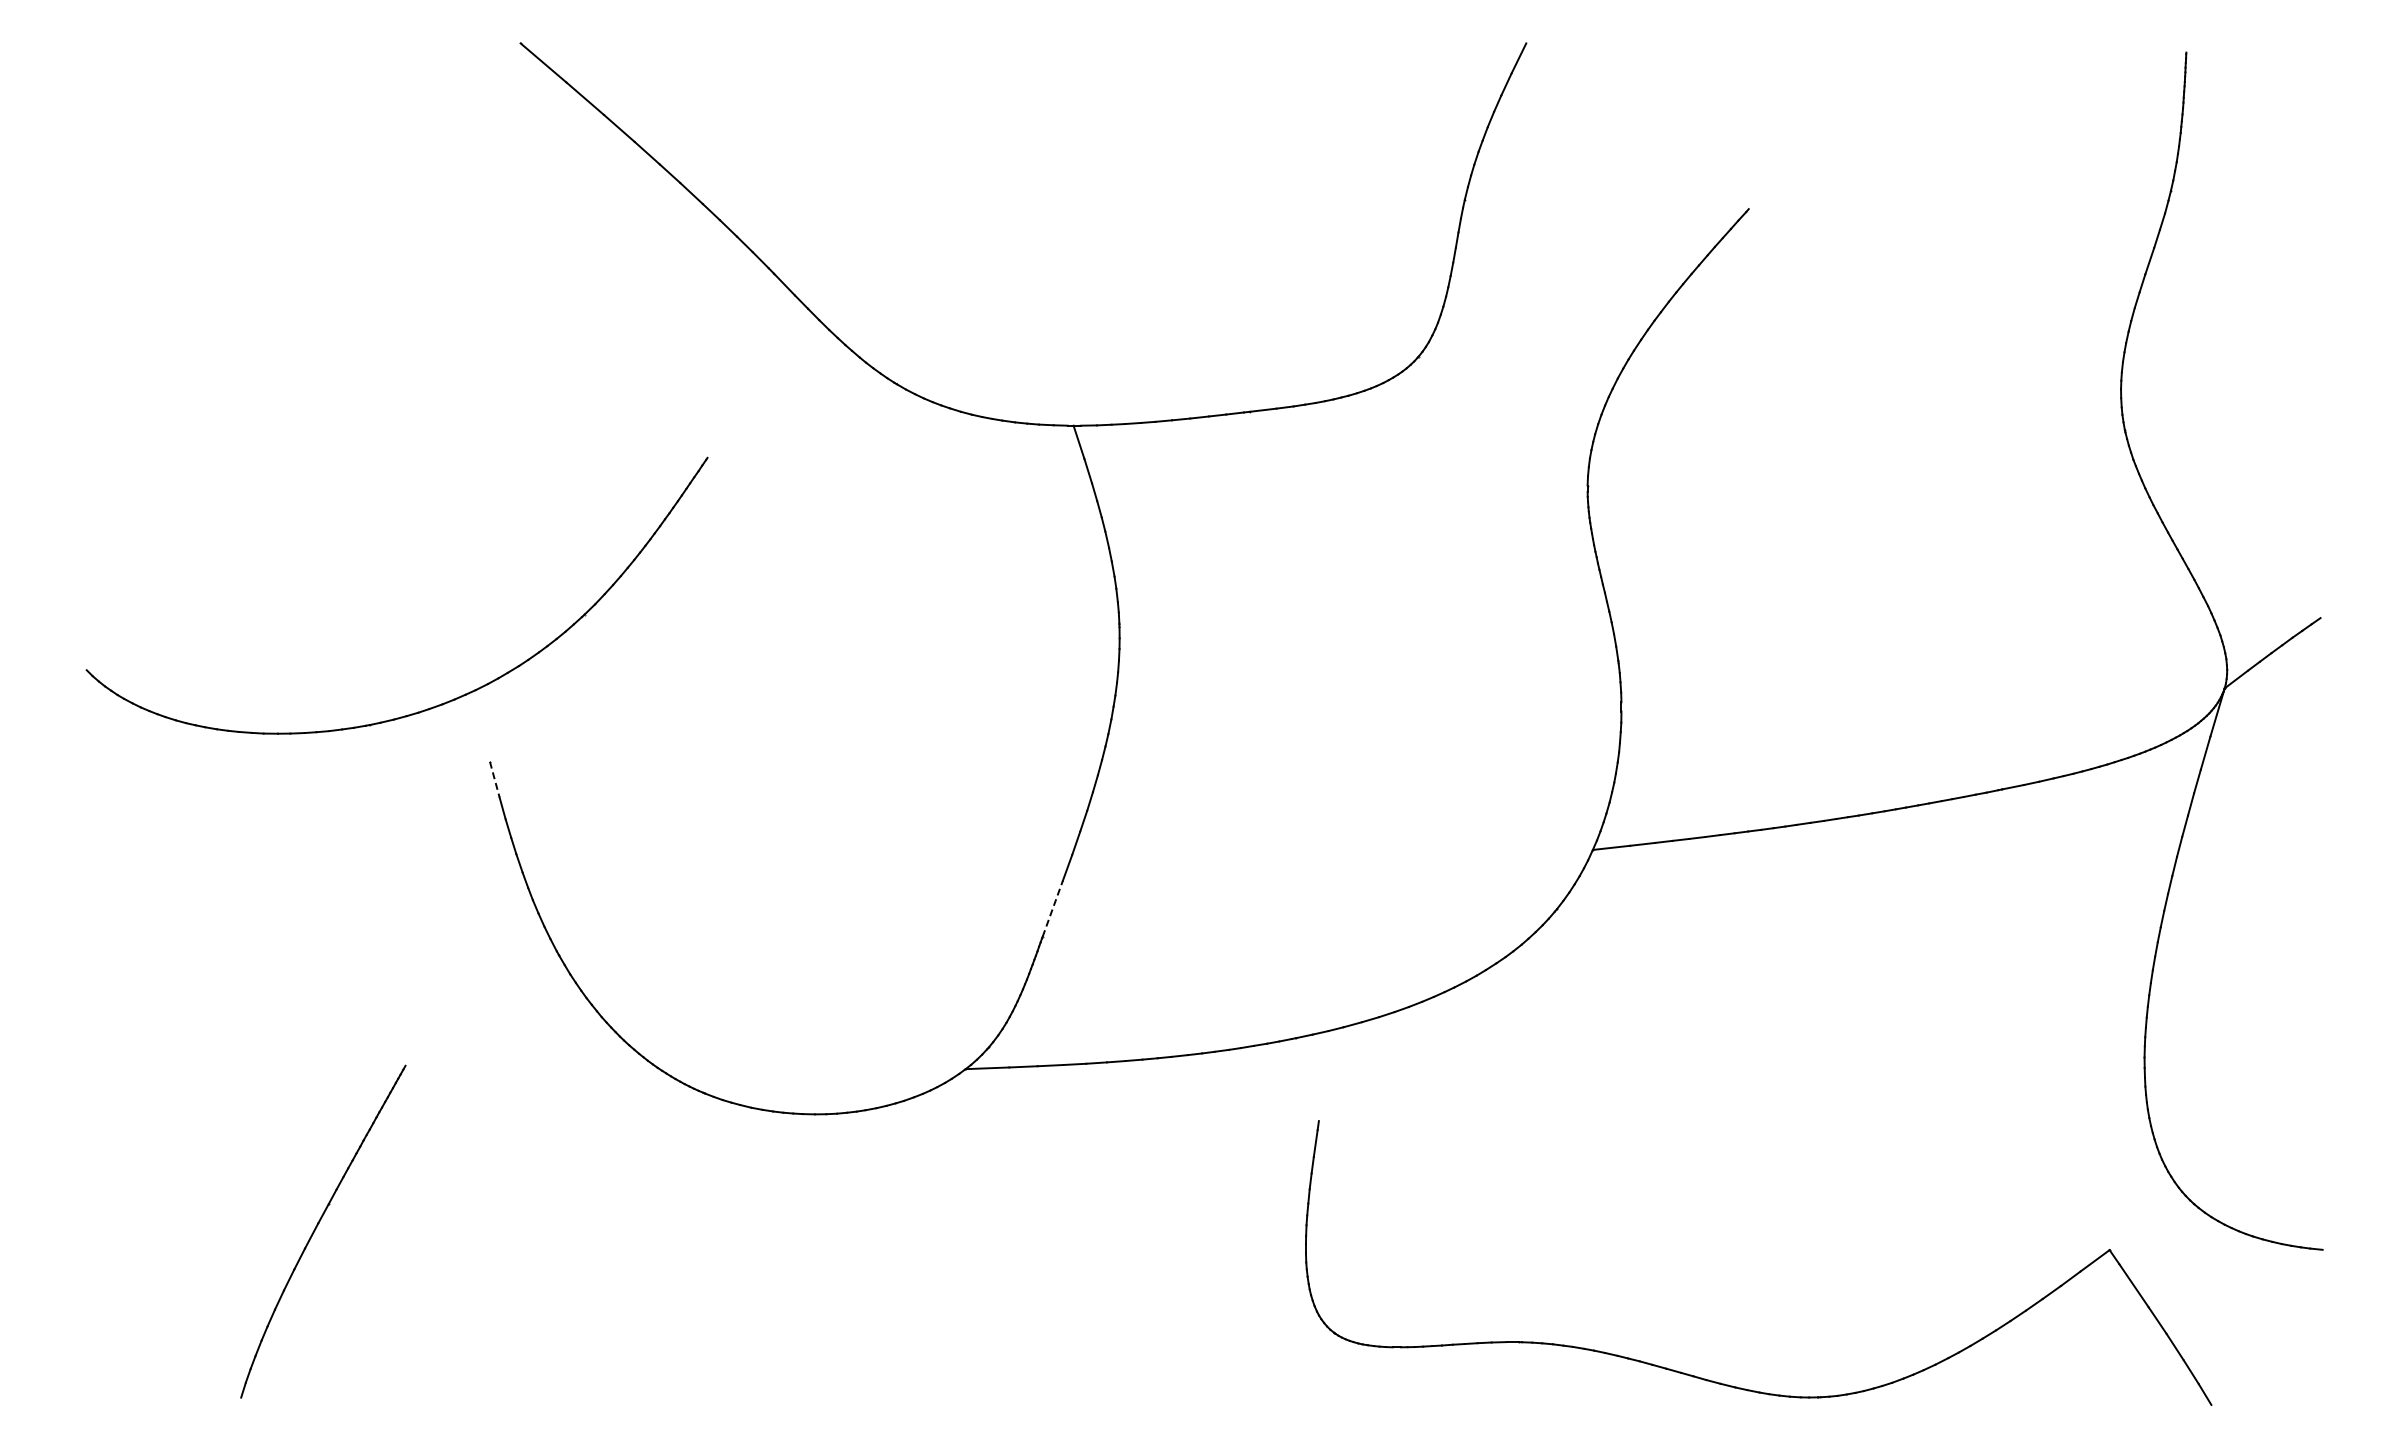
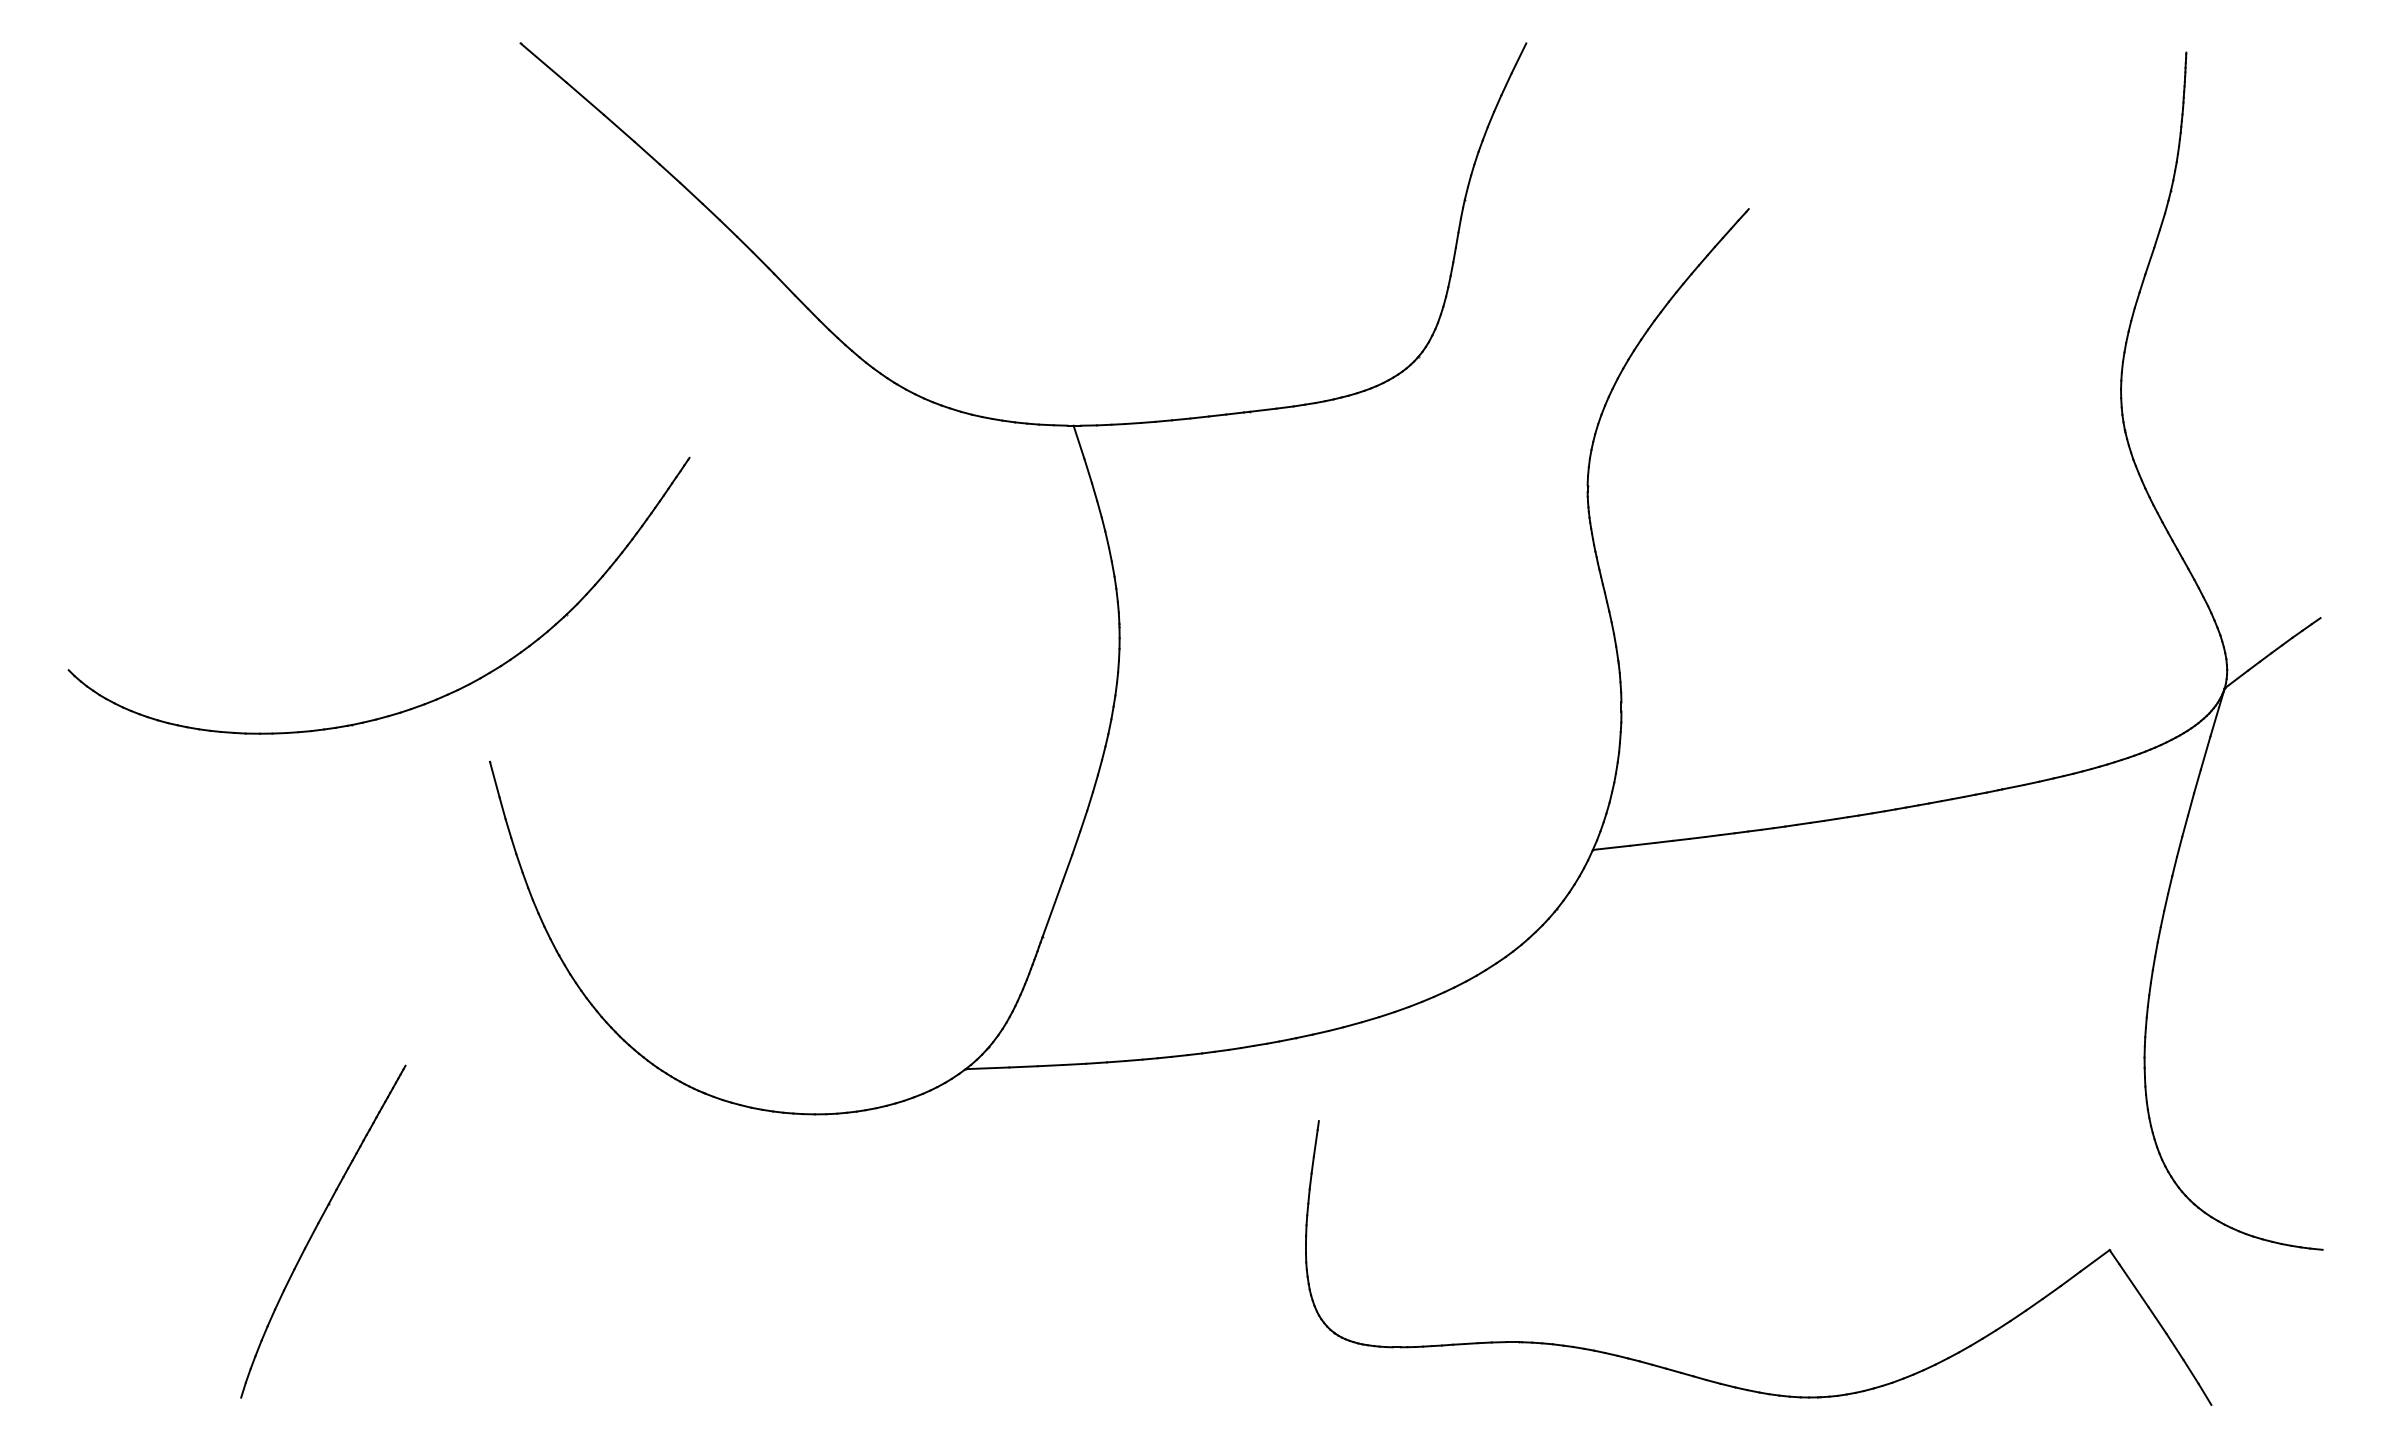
part at (435, 705) position: (435, 705) -> (417, 705)
line at (494, 780): dashed -> solid
line at (1052, 908): dashed -> solid
